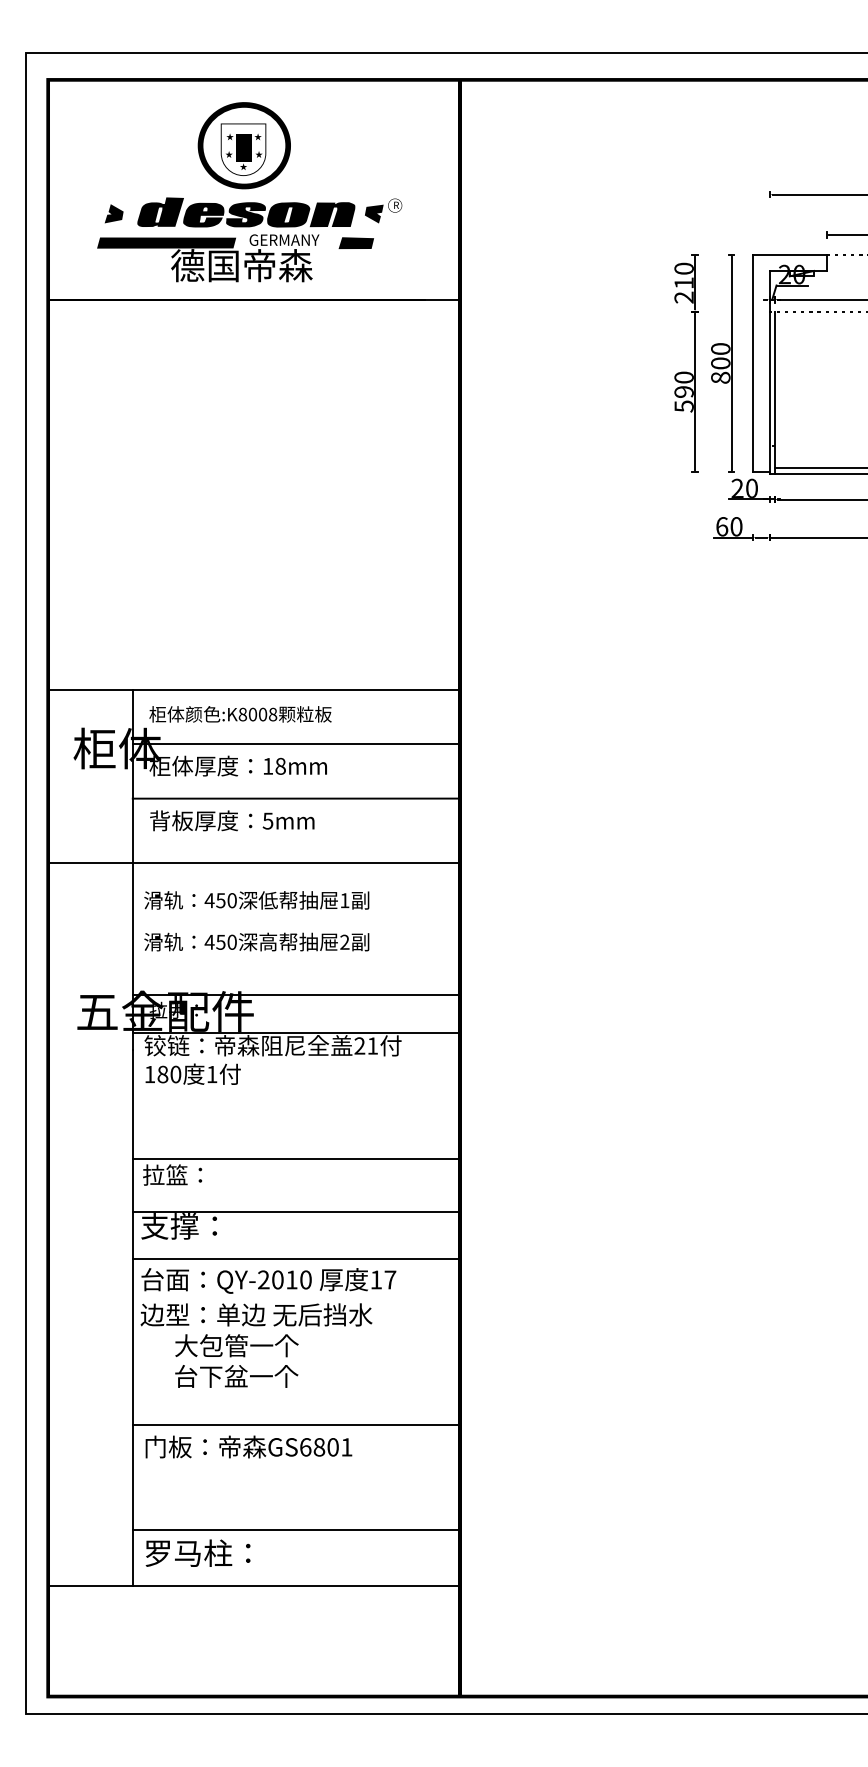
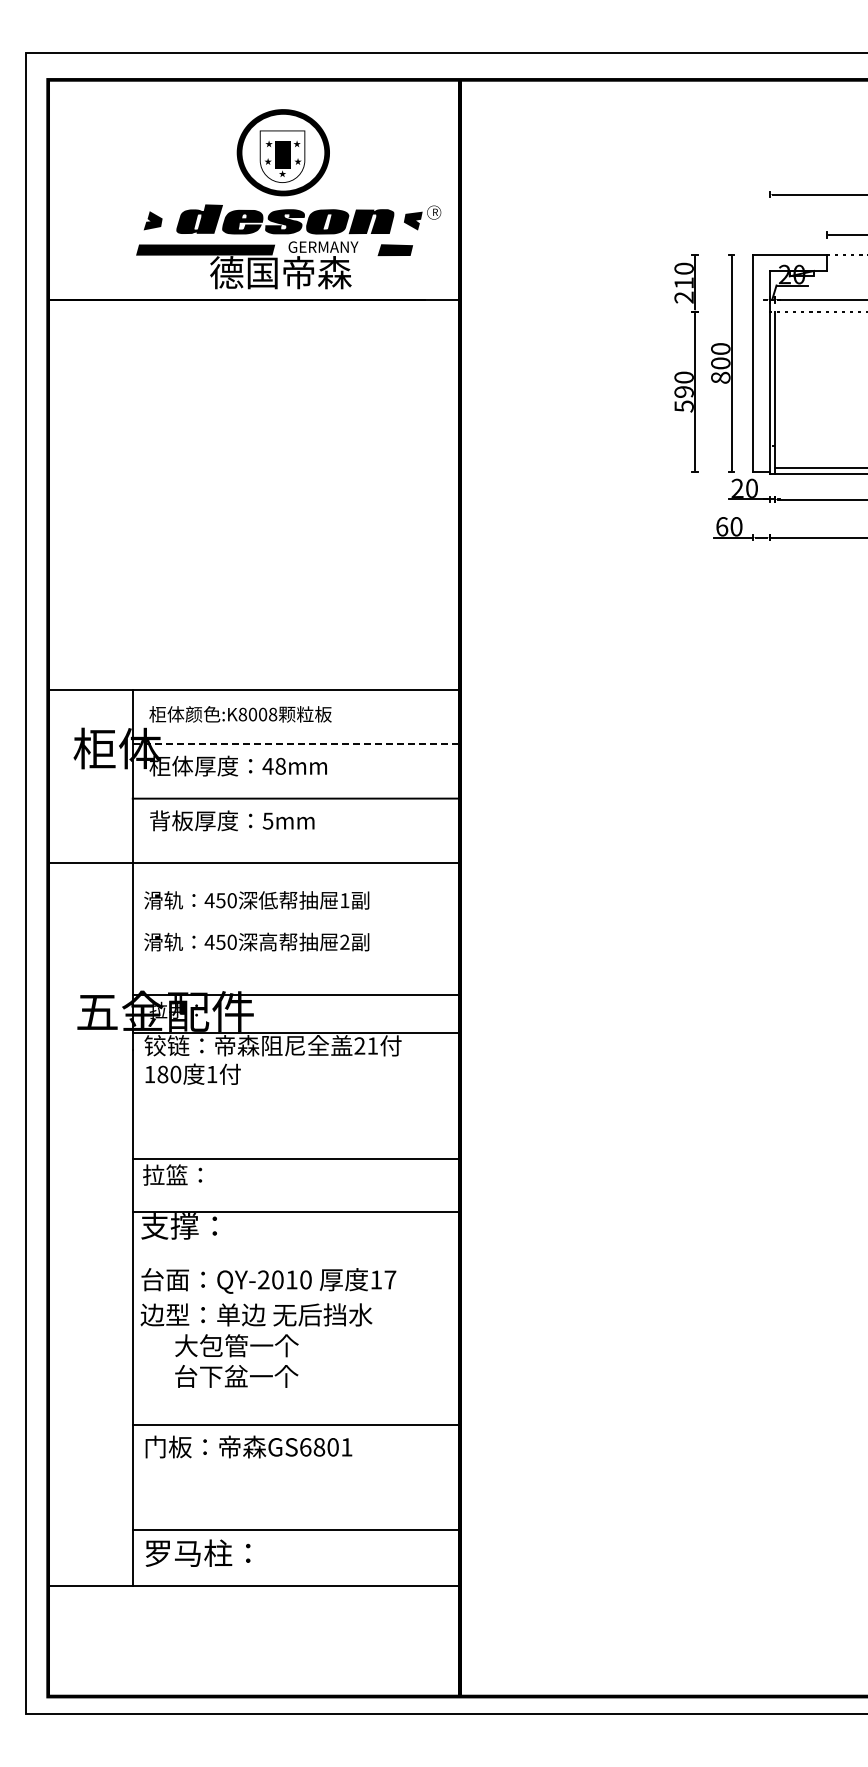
text at (249, 192) position: (249, 192) -> (288, 199)
line at (296, 743): solid -> dashed
text at (267, 766): 18mm -> 48mm
line at (296, 1259): present -> none
